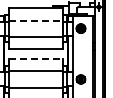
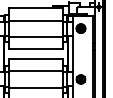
line at (36, 20): dashed -> solid
line at (36, 58): dashed -> solid
